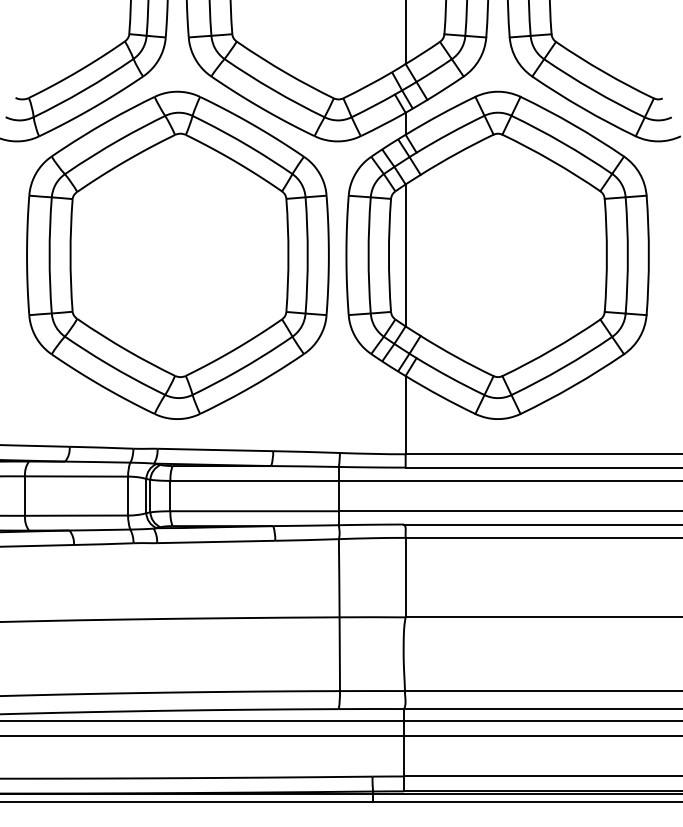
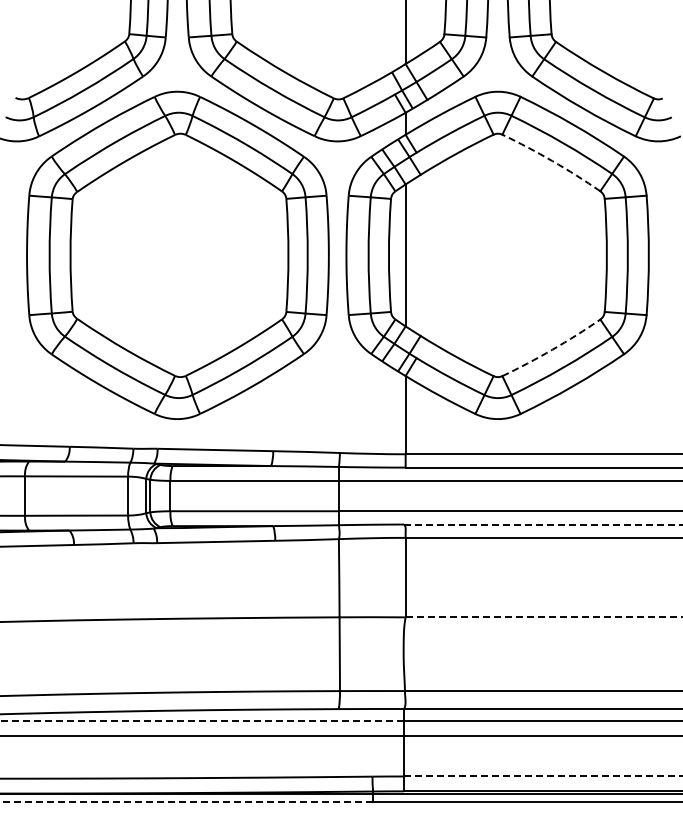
arc at (552, 161): solid -> dashed
arc at (552, 349): solid -> dashed
line at (544, 524): solid -> dashed
line at (544, 617): solid -> dashed
line at (202, 720): solid -> dashed
line at (543, 776): solid -> dashed
line at (186, 802): solid -> dashed
